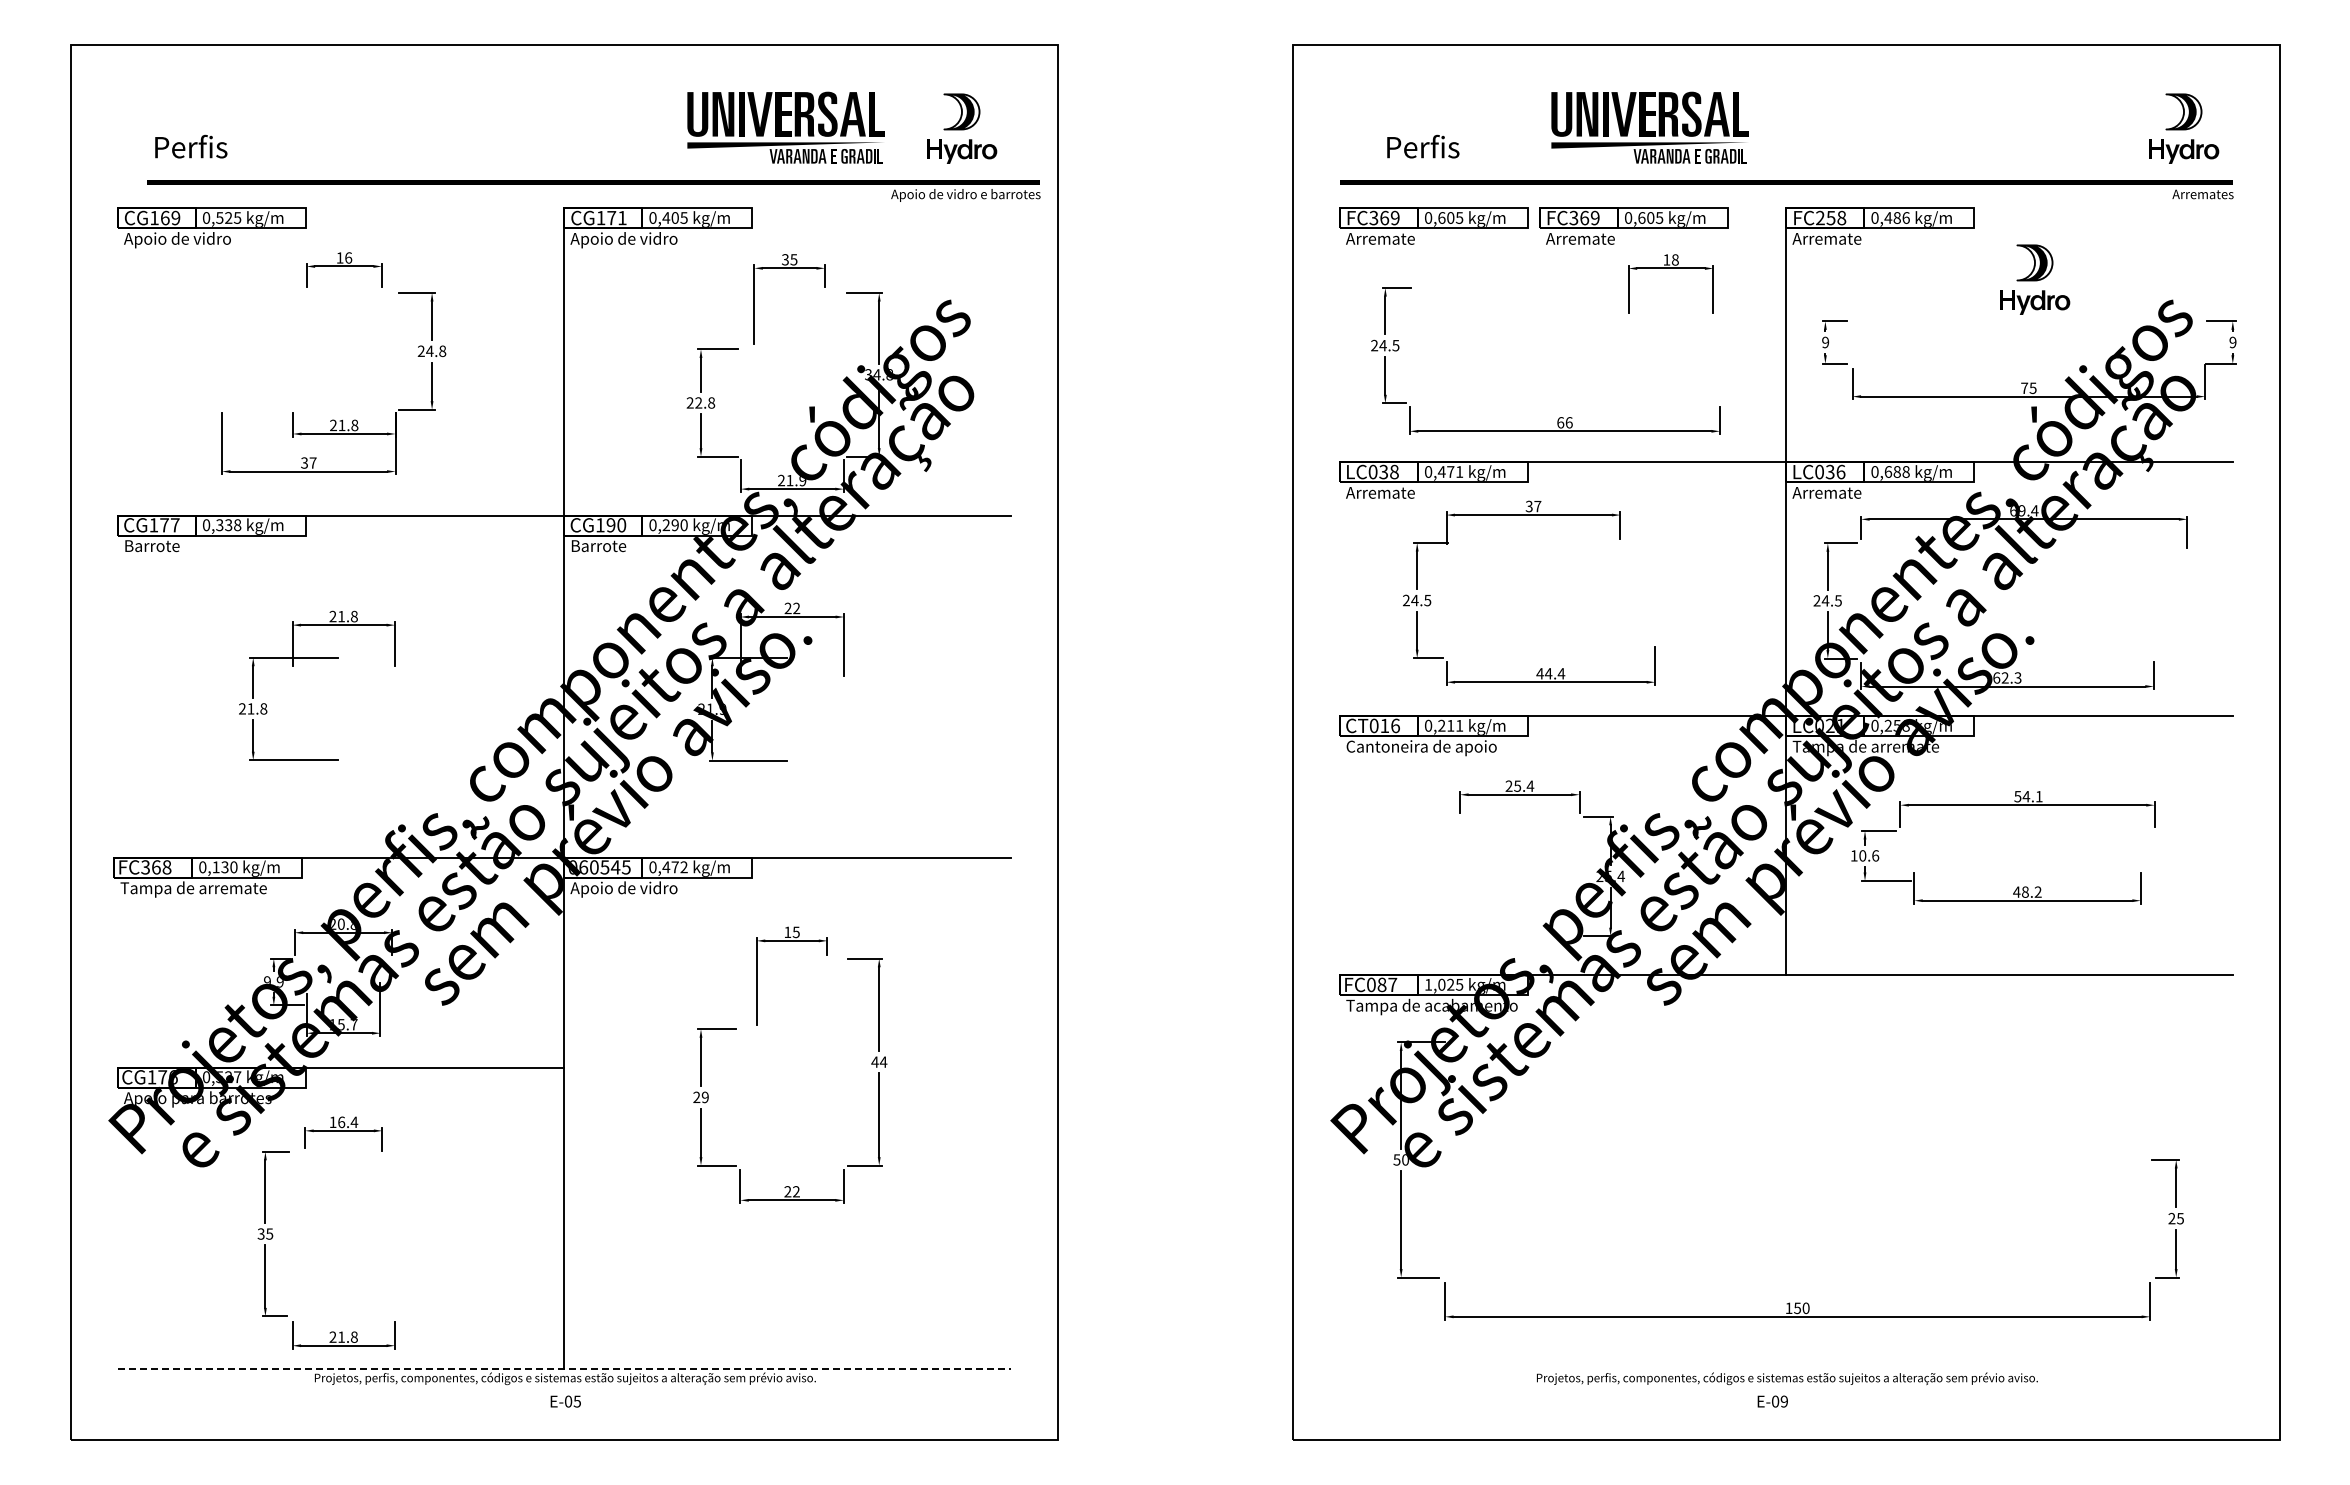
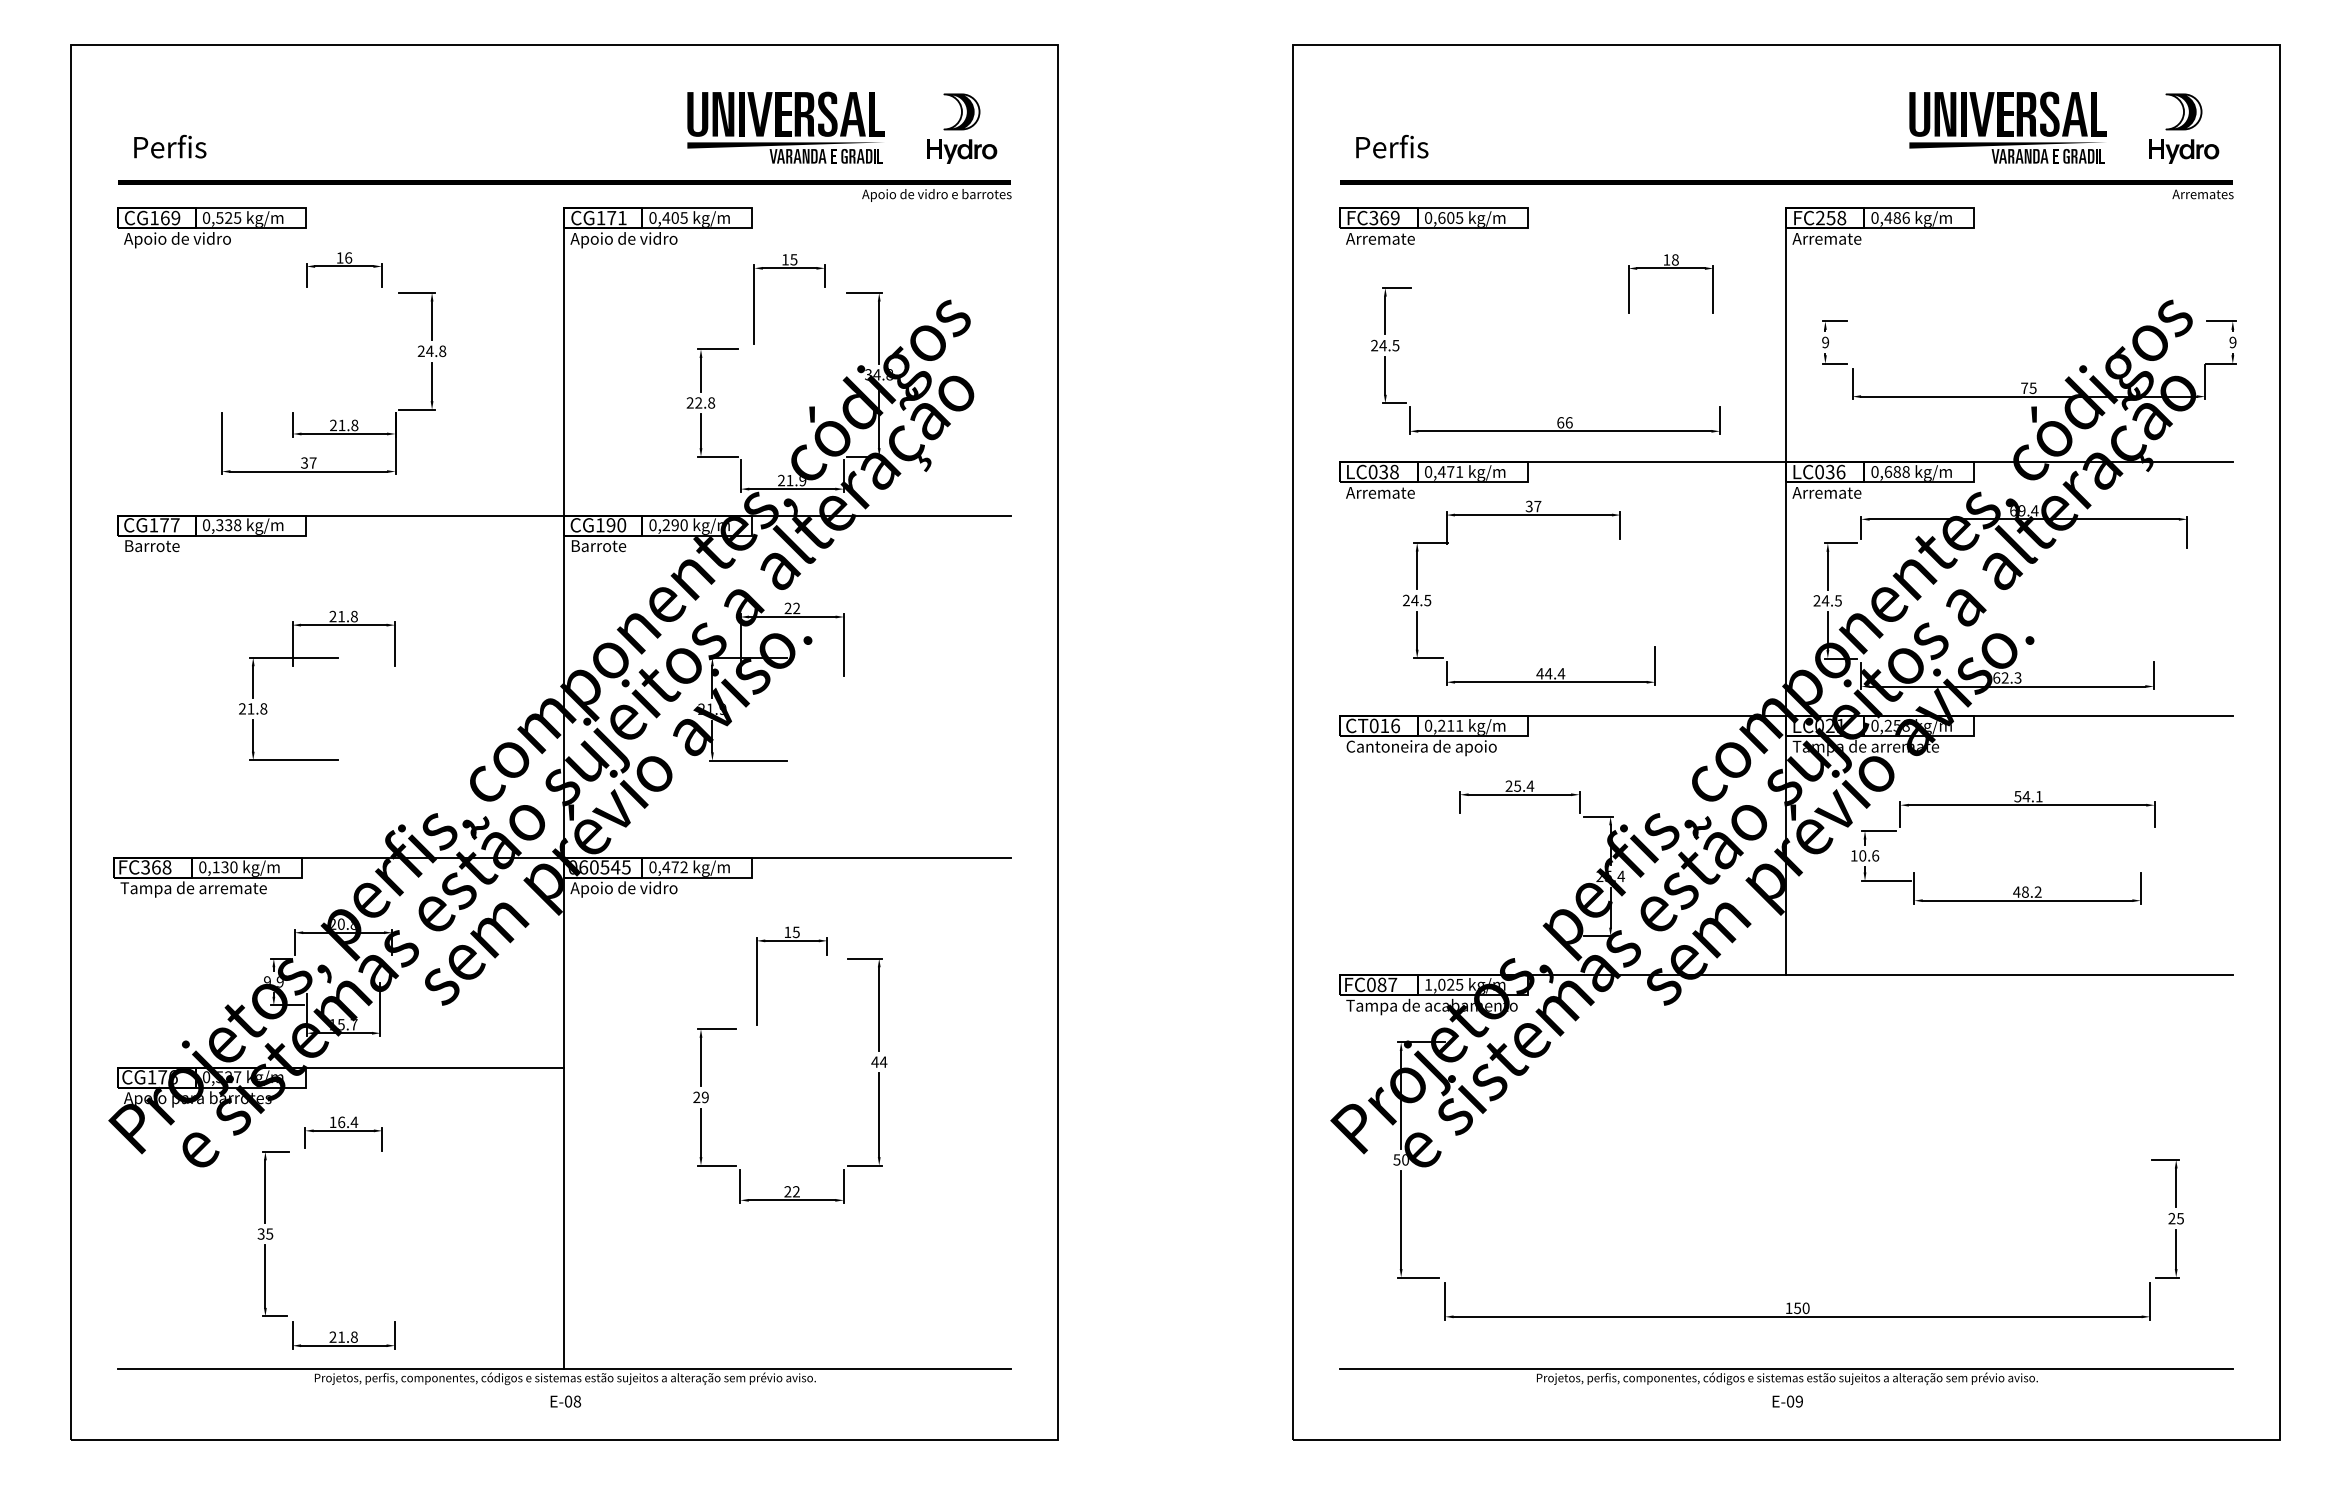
part at (1649, 127) position: (1649, 127) -> (2007, 127)
text at (191, 146) position: (191, 146) -> (170, 146)
text at (1423, 146) position: (1423, 146) -> (1392, 146)
text at (593, 190) position: (593, 190) -> (564, 190)
part at (1633, 225): present -> none
text at (785, 259): 35 -> 15
part at (2035, 279): present -> none
line at (564, 1368): dashed -> solid
line at (1785, 1368): none -> present
text at (577, 1401): E-05 -> E-08
text at (1772, 1401) position: (1772, 1401) -> (1787, 1401)
